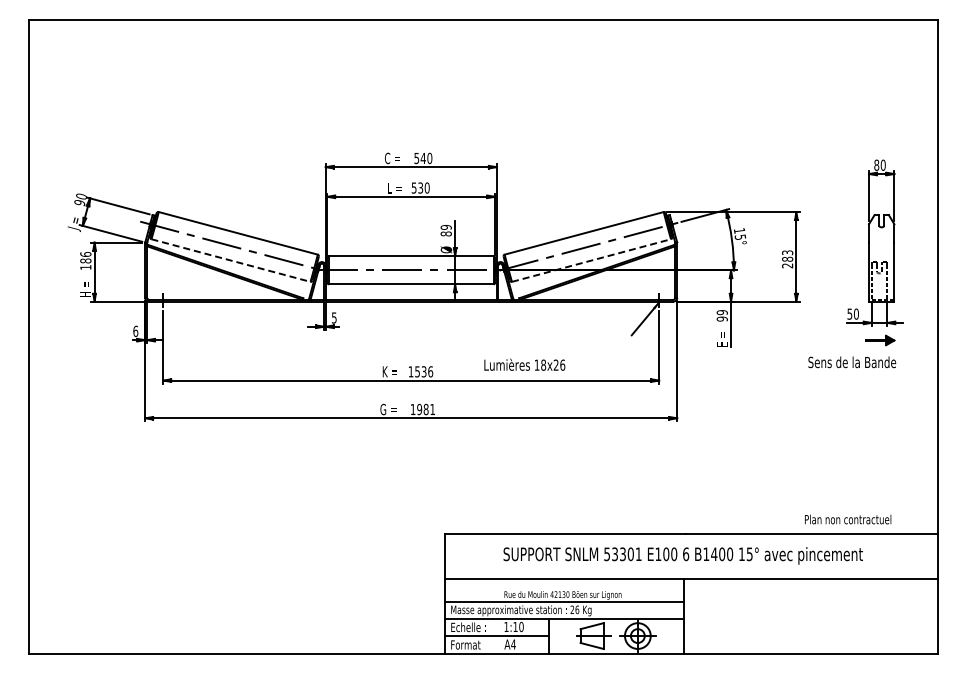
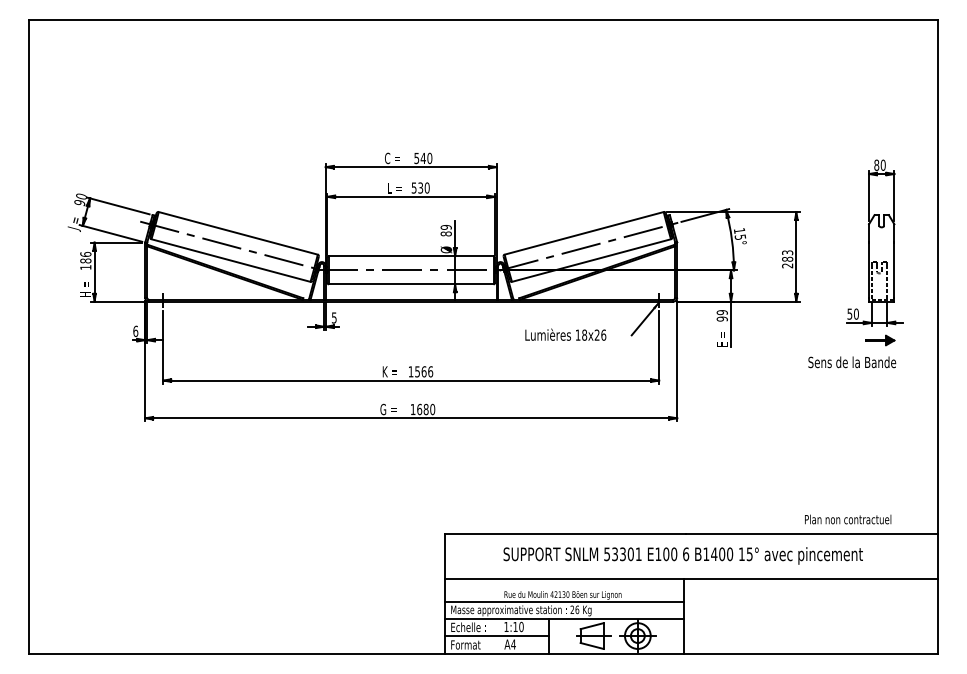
line at (231, 260): dashed -> solid
line at (592, 260): dashed -> solid
text at (524, 364) position: (524, 364) -> (565, 334)
text at (423, 371): 1536 -> 1566
text at (426, 409): 1981 -> 1680
